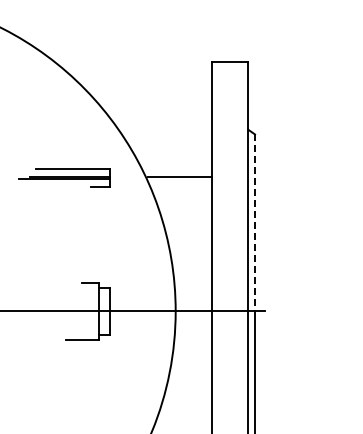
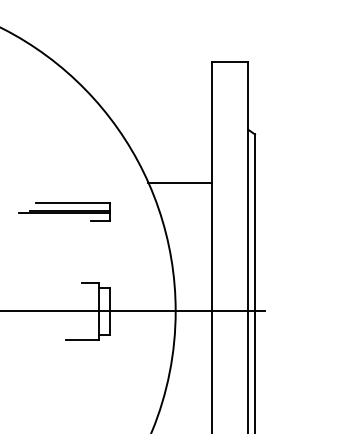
line at (179, 176) position: (179, 176) -> (179, 182)
part at (64, 177) position: (64, 177) -> (64, 211)
line at (255, 223): dashed -> solid
